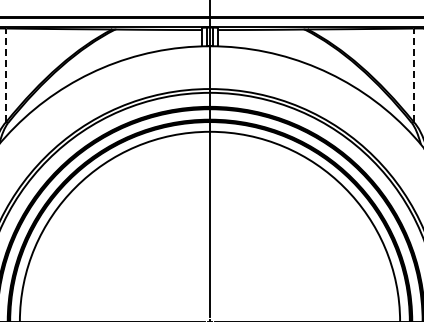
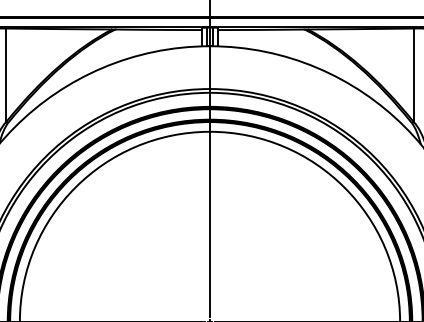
line at (6, 75): dashed -> solid
line at (413, 75): dashed -> solid
